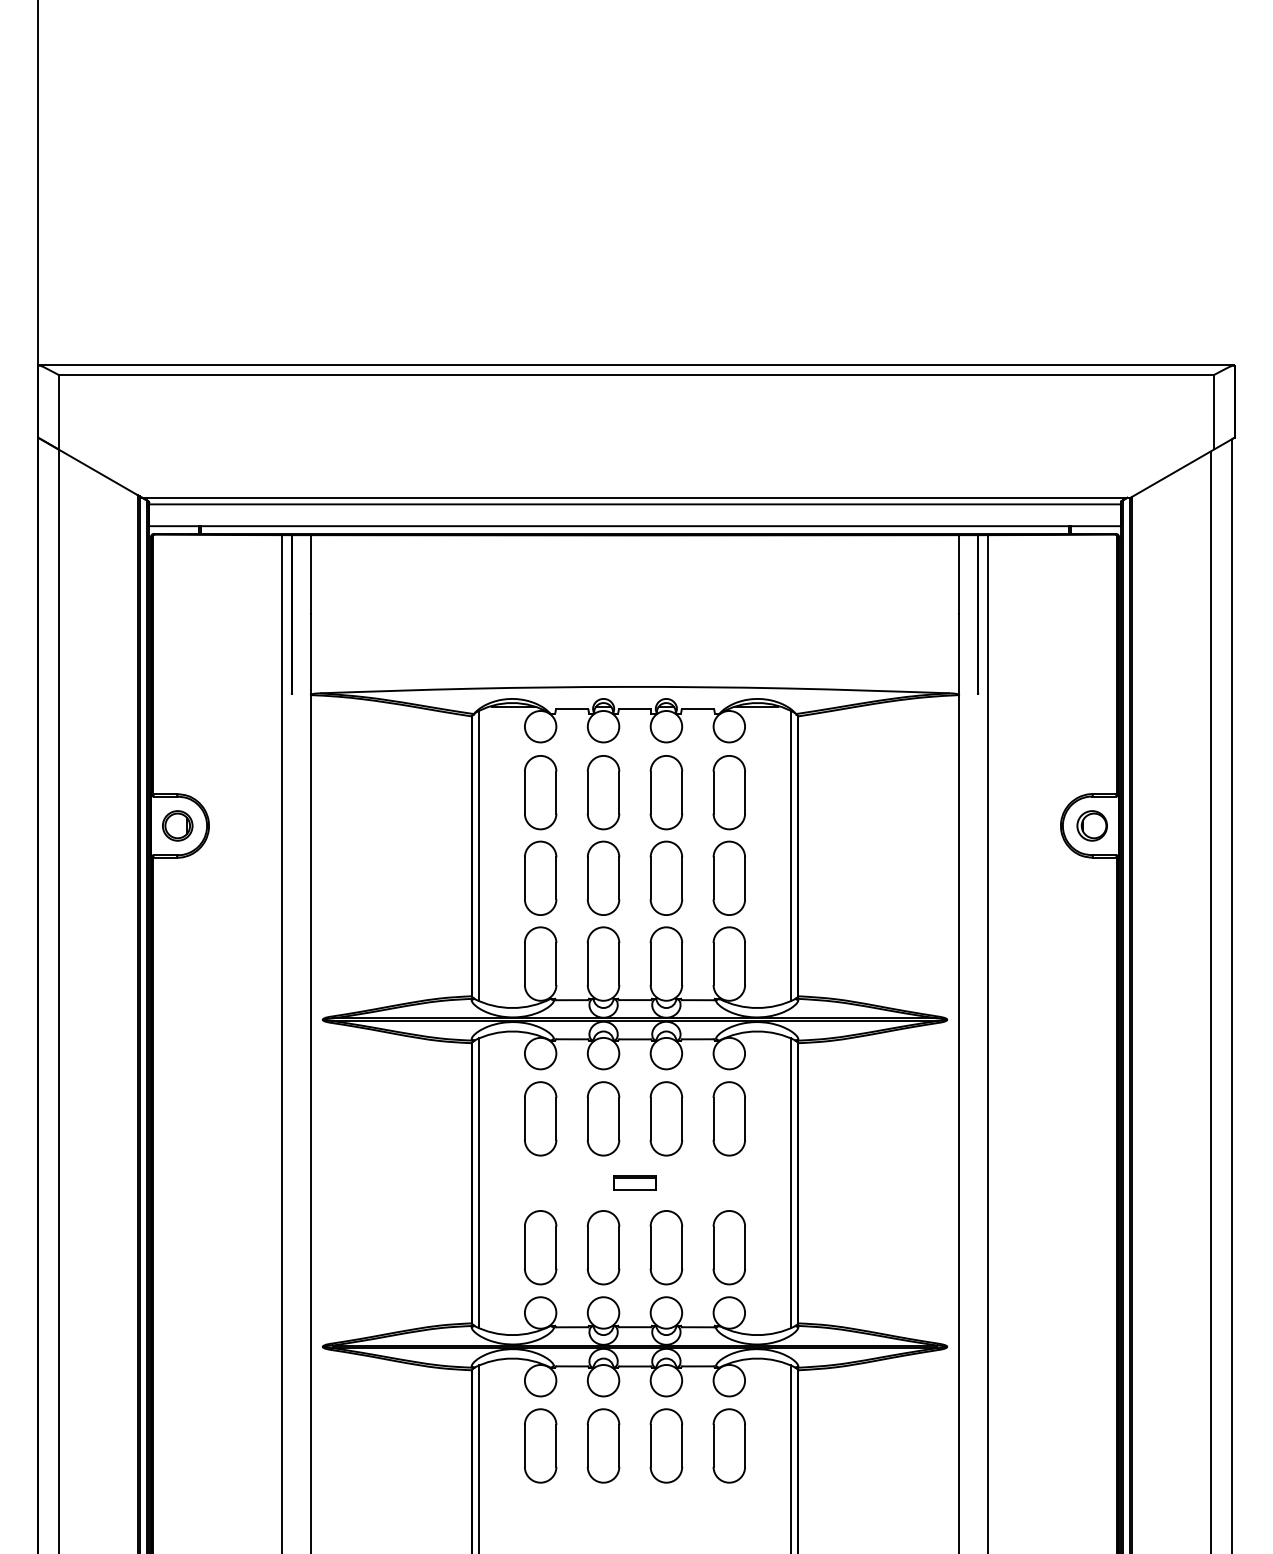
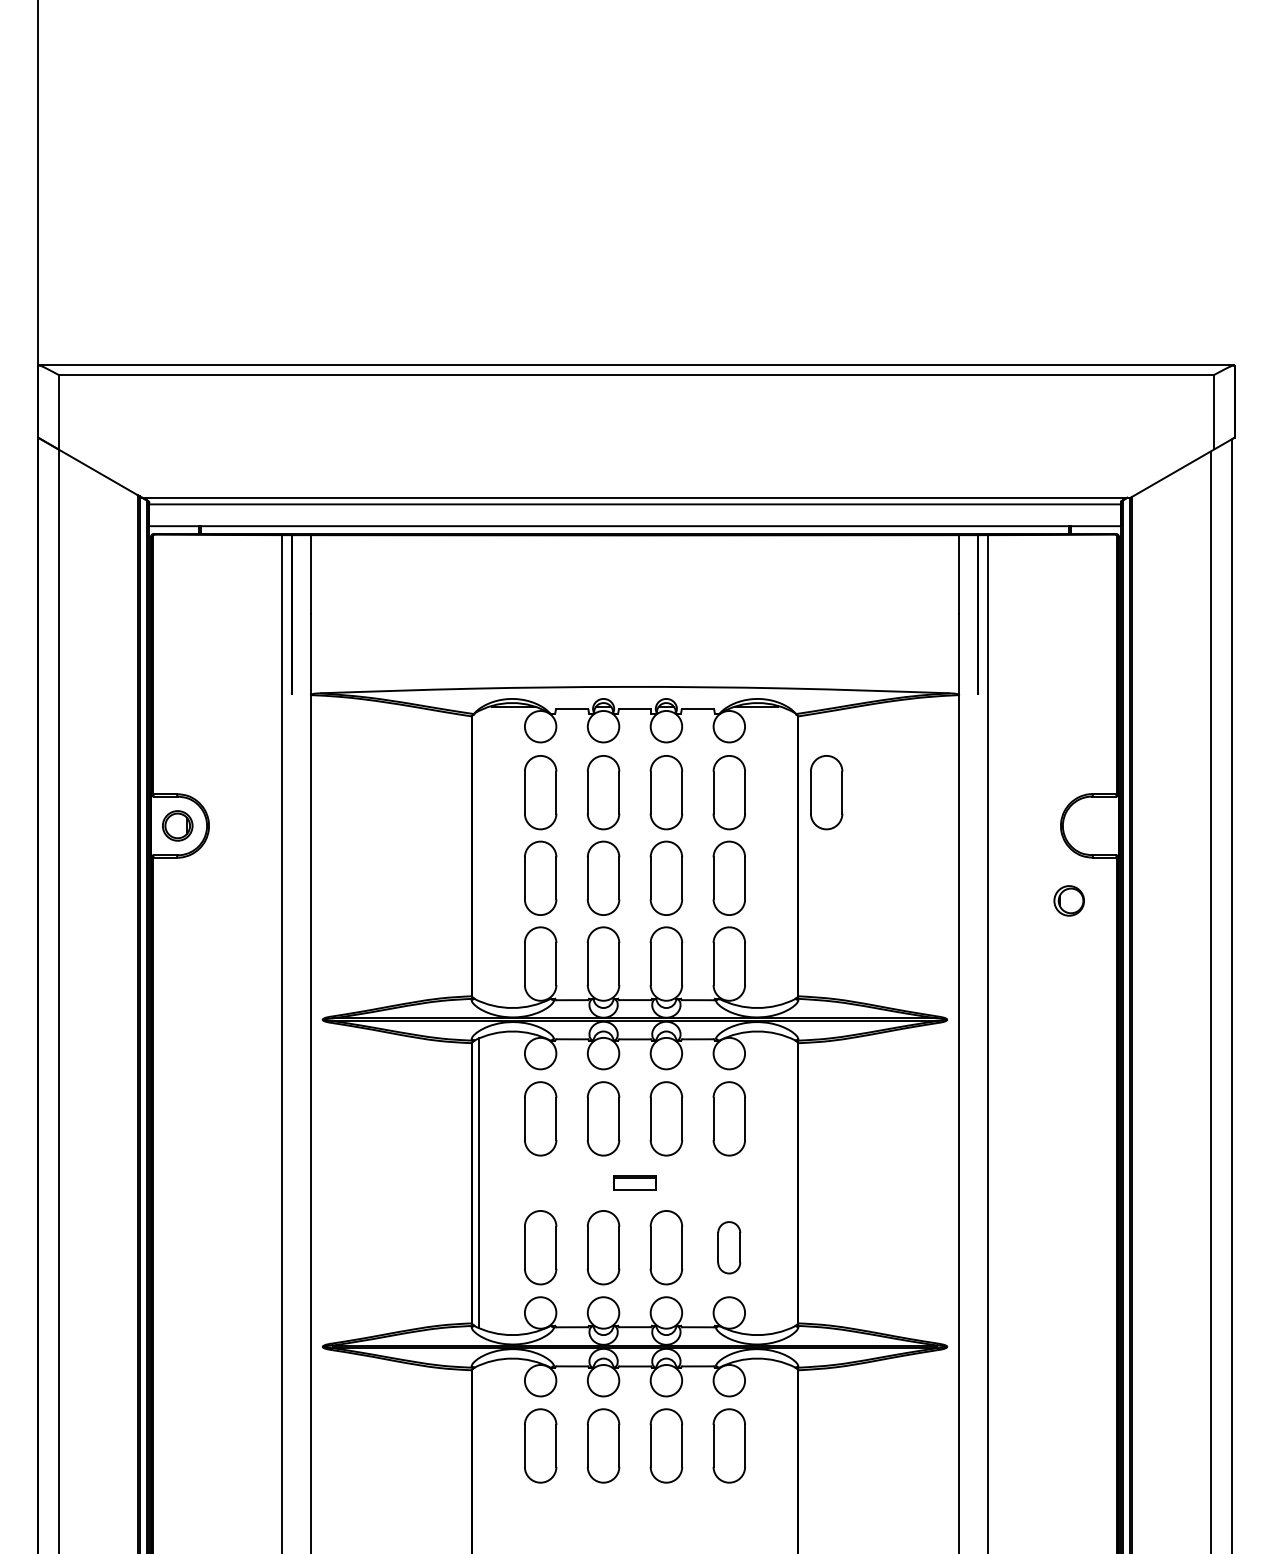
part at (826, 792): none -> present
part at (1091, 825) position: (1091, 825) -> (1068, 900)
line at (479, 855): present -> none
line at (790, 855): present -> none
line at (790, 1183): present -> none
part at (728, 1247) size: 34x76 px -> 25x54 px
line at (479, 1457): present -> none
line at (790, 1457): present -> none
